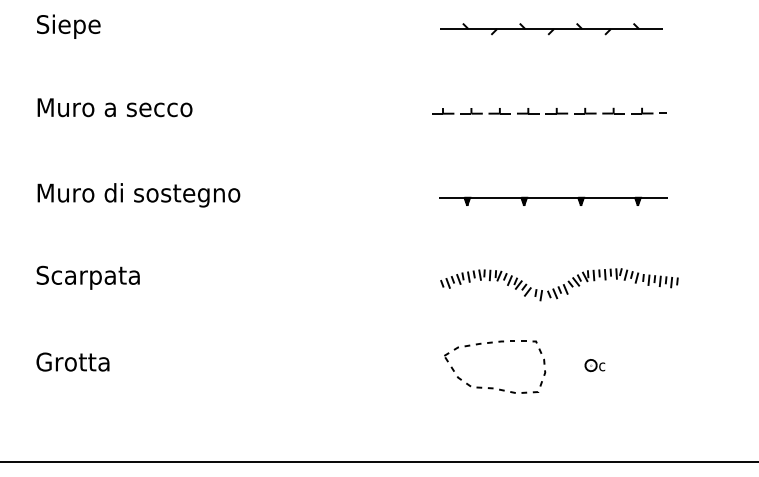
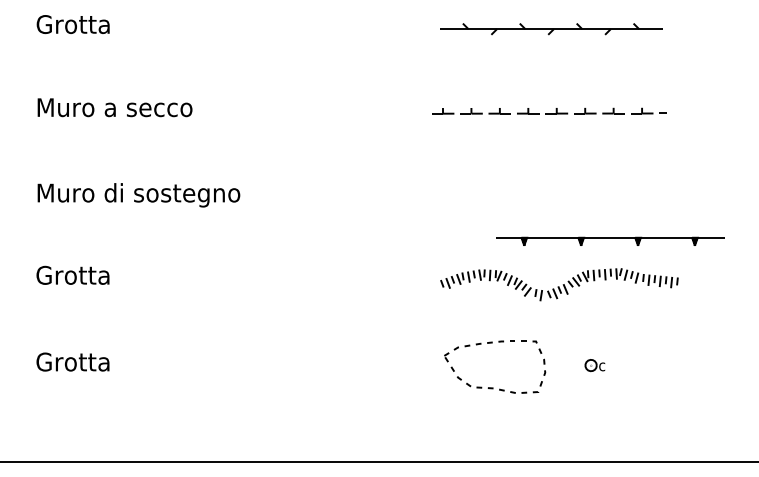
text at (72, 26): Siepe -> Grotta
part at (553, 200) position: (553, 200) -> (610, 240)
text at (87, 277): Scarpata -> Grotta
